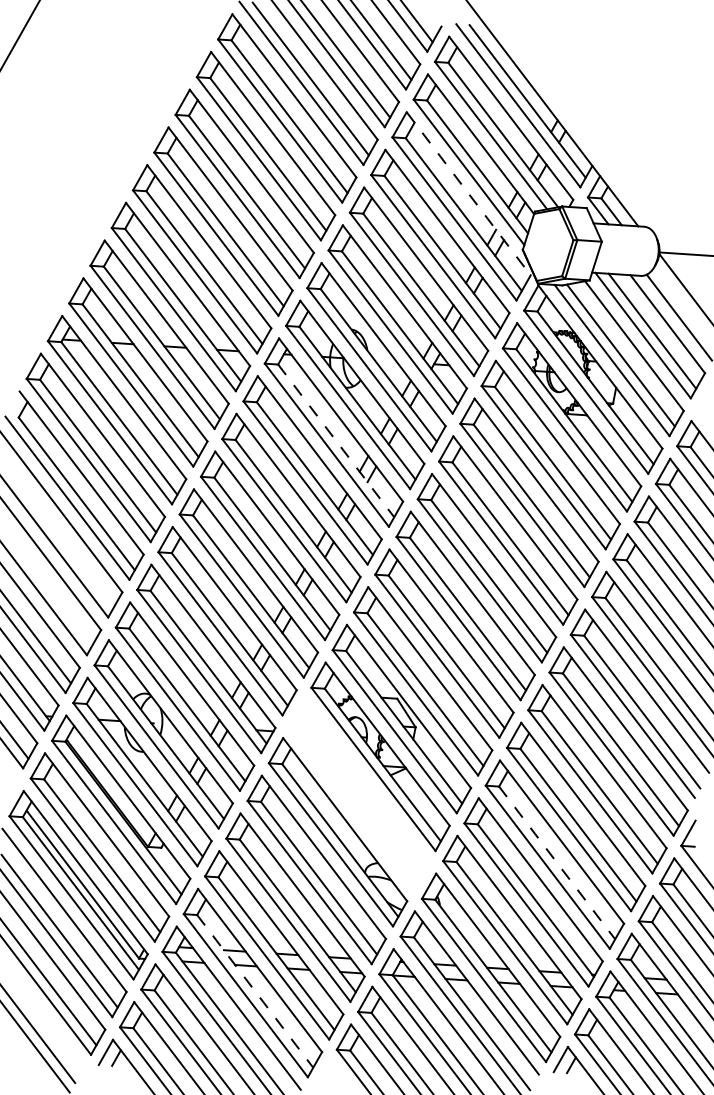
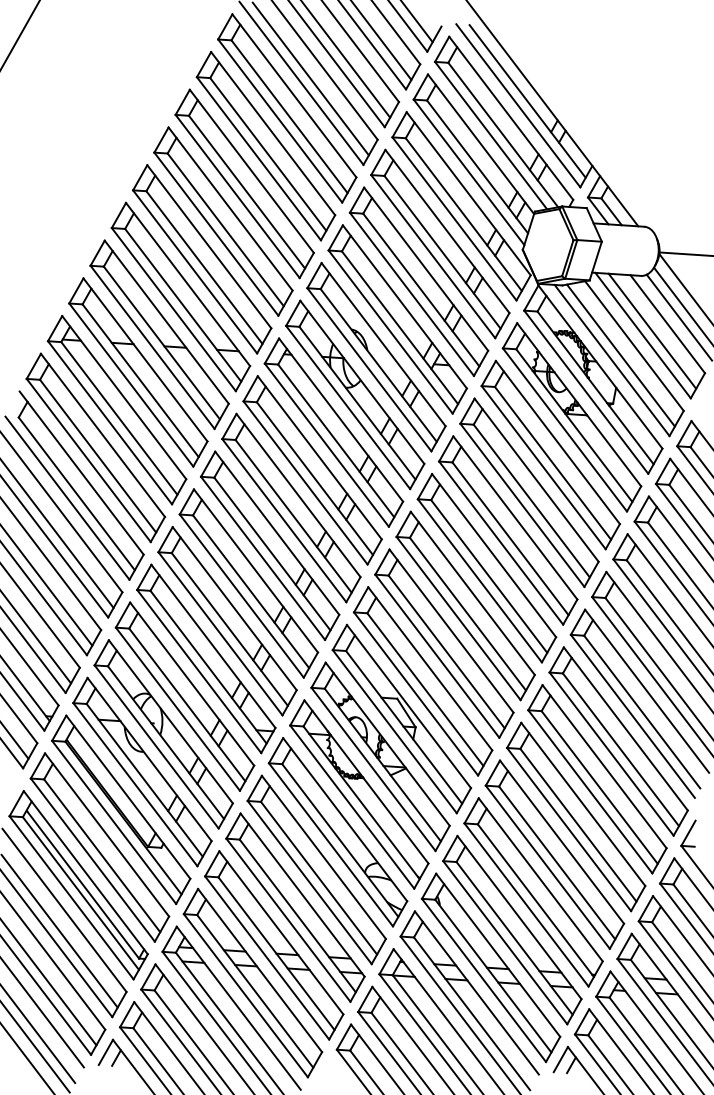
line at (469, 194): dashed -> solid
line at (682, 304): none -> present
line at (336, 440): dashed -> solid
line at (57, 534): none -> present
line at (47, 586): none -> present
part at (359, 794): none -> present
line at (557, 862): dashed -> solid
line at (255, 991): dashed -> solid
line at (42, 1013): none -> present
line at (27, 1058): none -> present
